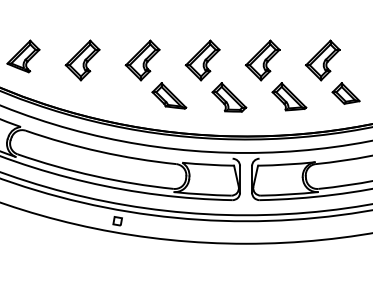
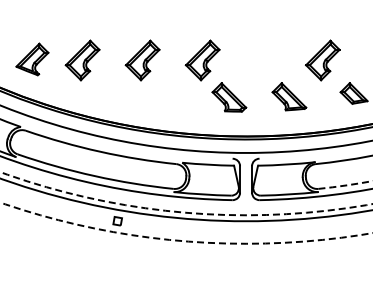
part at (23, 56) position: (23, 56) -> (32, 59)
part at (262, 60): present -> none
part at (345, 93) position: (345, 93) -> (353, 93)
part at (169, 95): present -> none
arc at (346, 185): solid -> dashed
arc at (185, 212): solid -> dashed
circle at (186, 222): solid -> dashed
